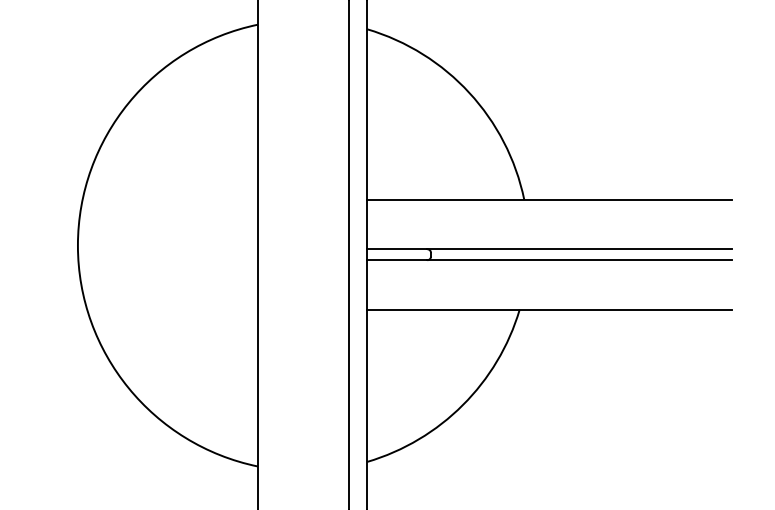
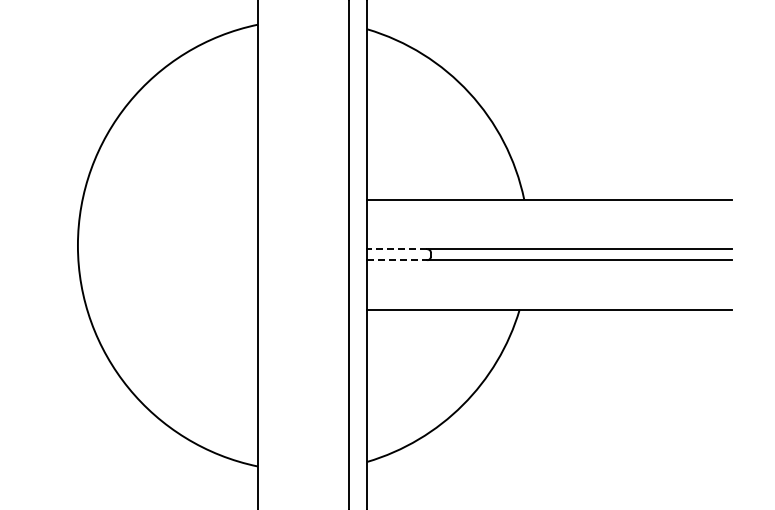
line at (396, 249): solid -> dashed
line at (397, 260): solid -> dashed
